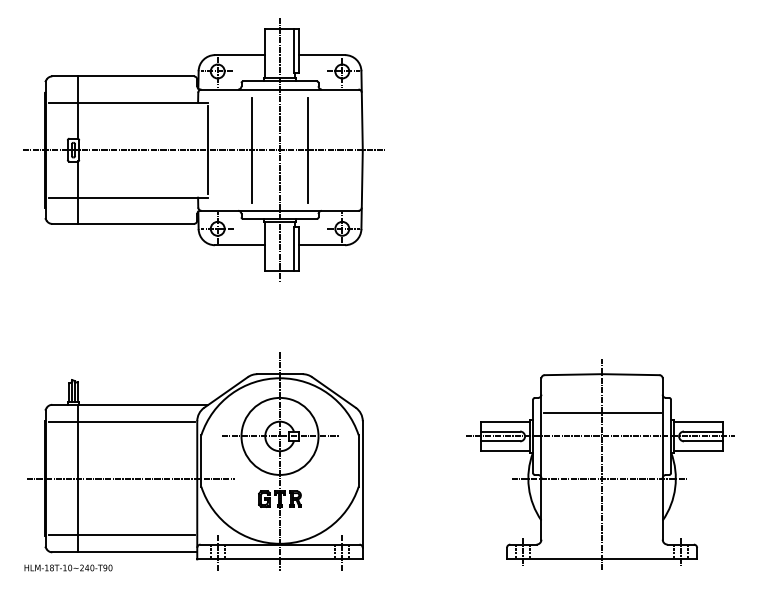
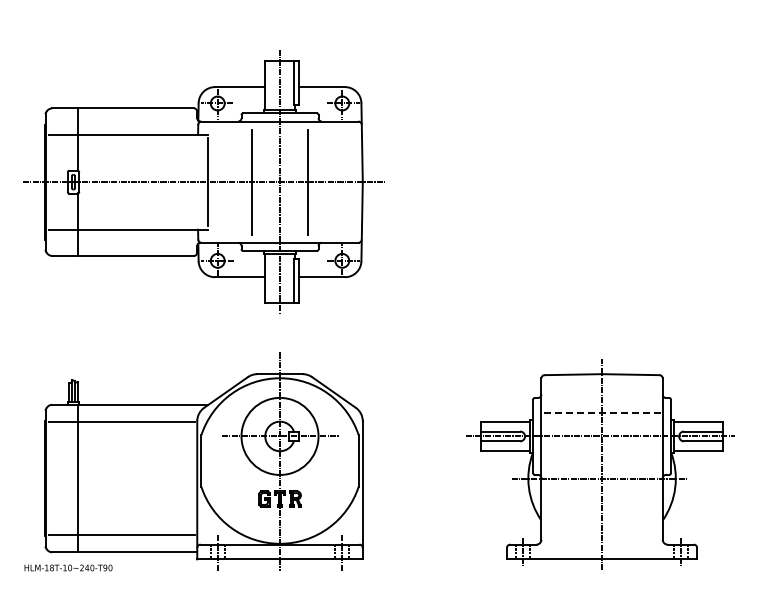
part at (203, 149) position: (203, 149) -> (203, 181)
line at (602, 412): solid -> dashed
line at (130, 478): present -> none
